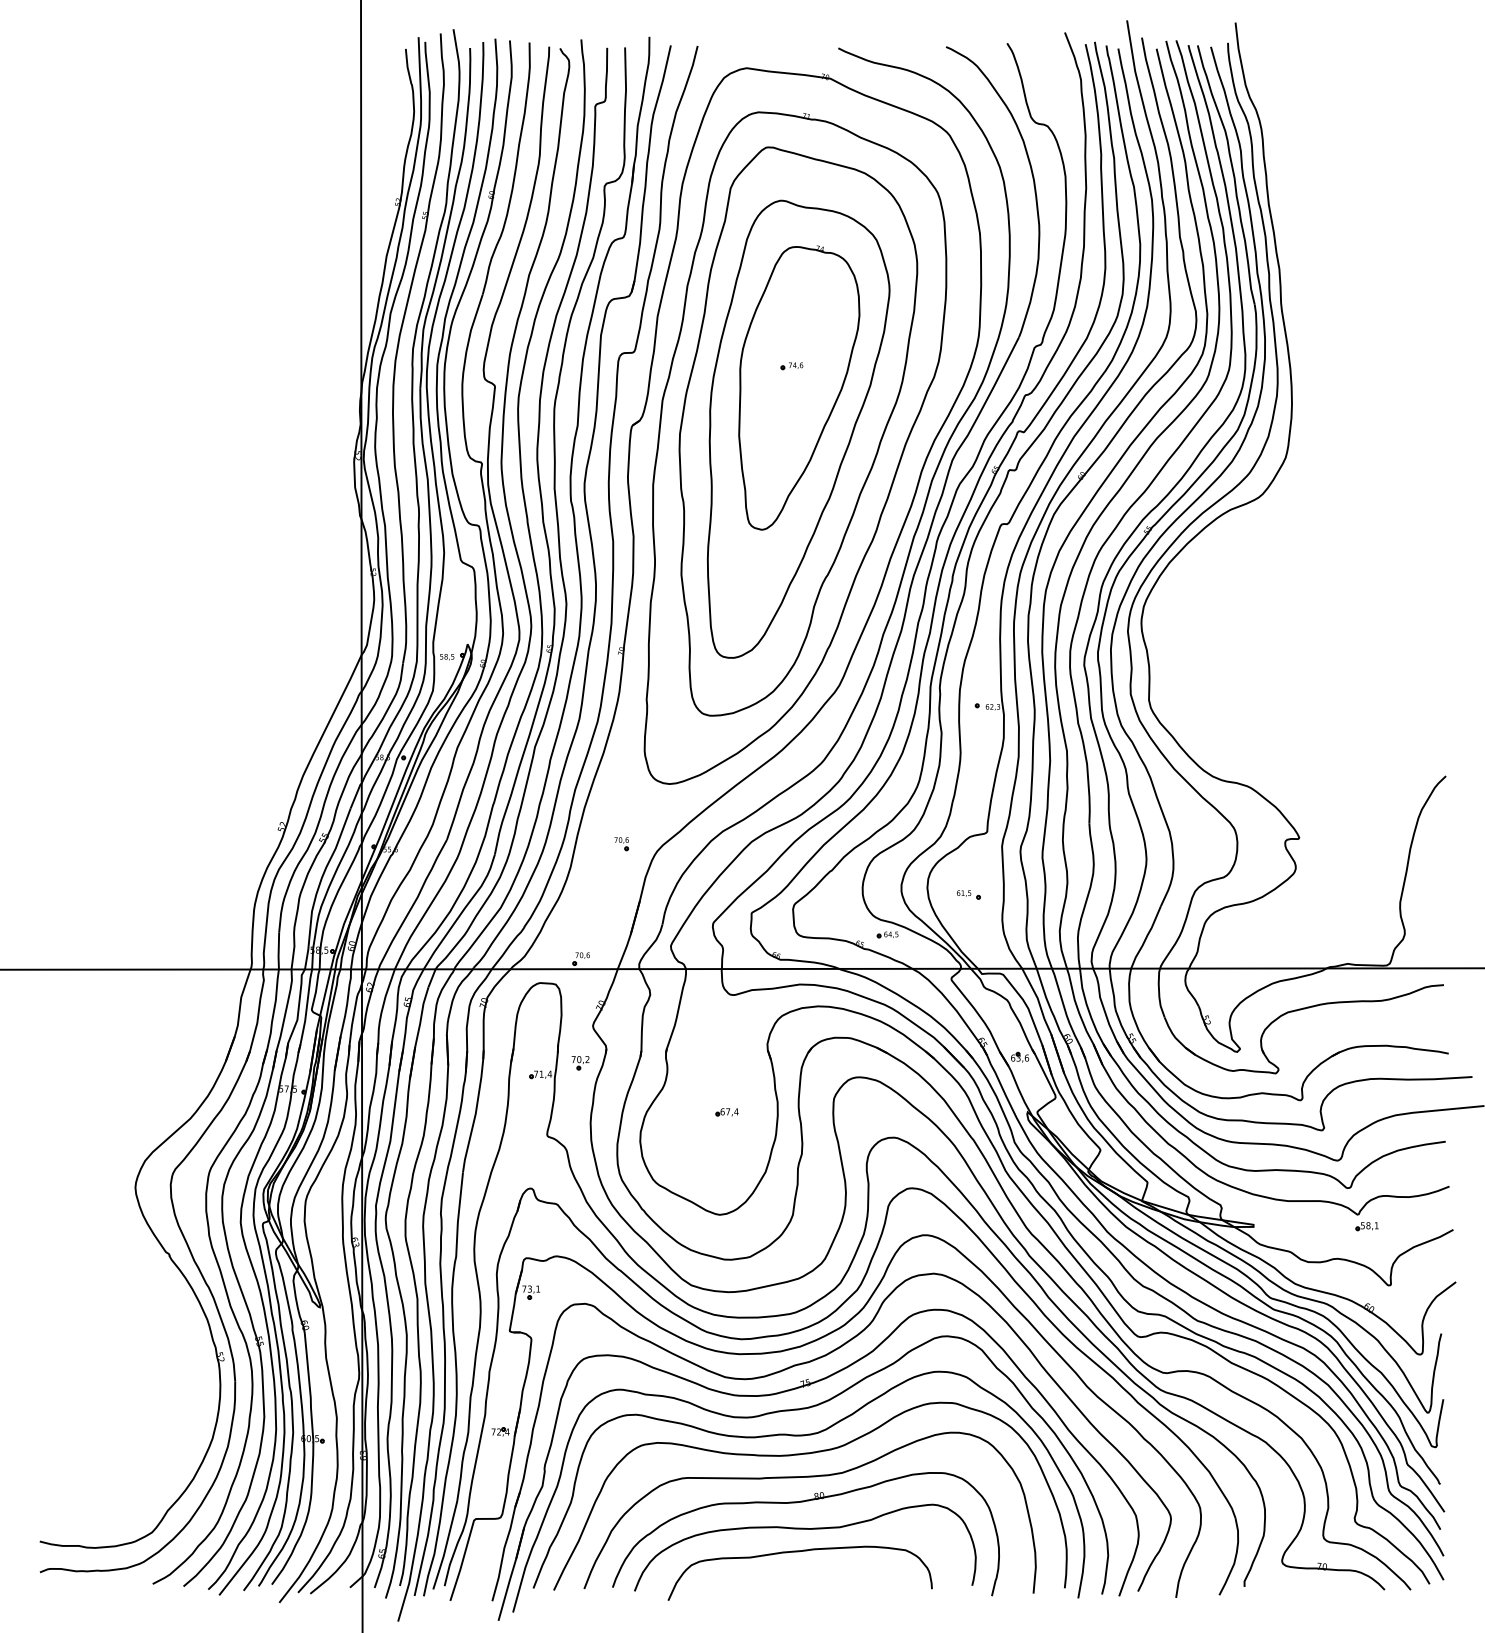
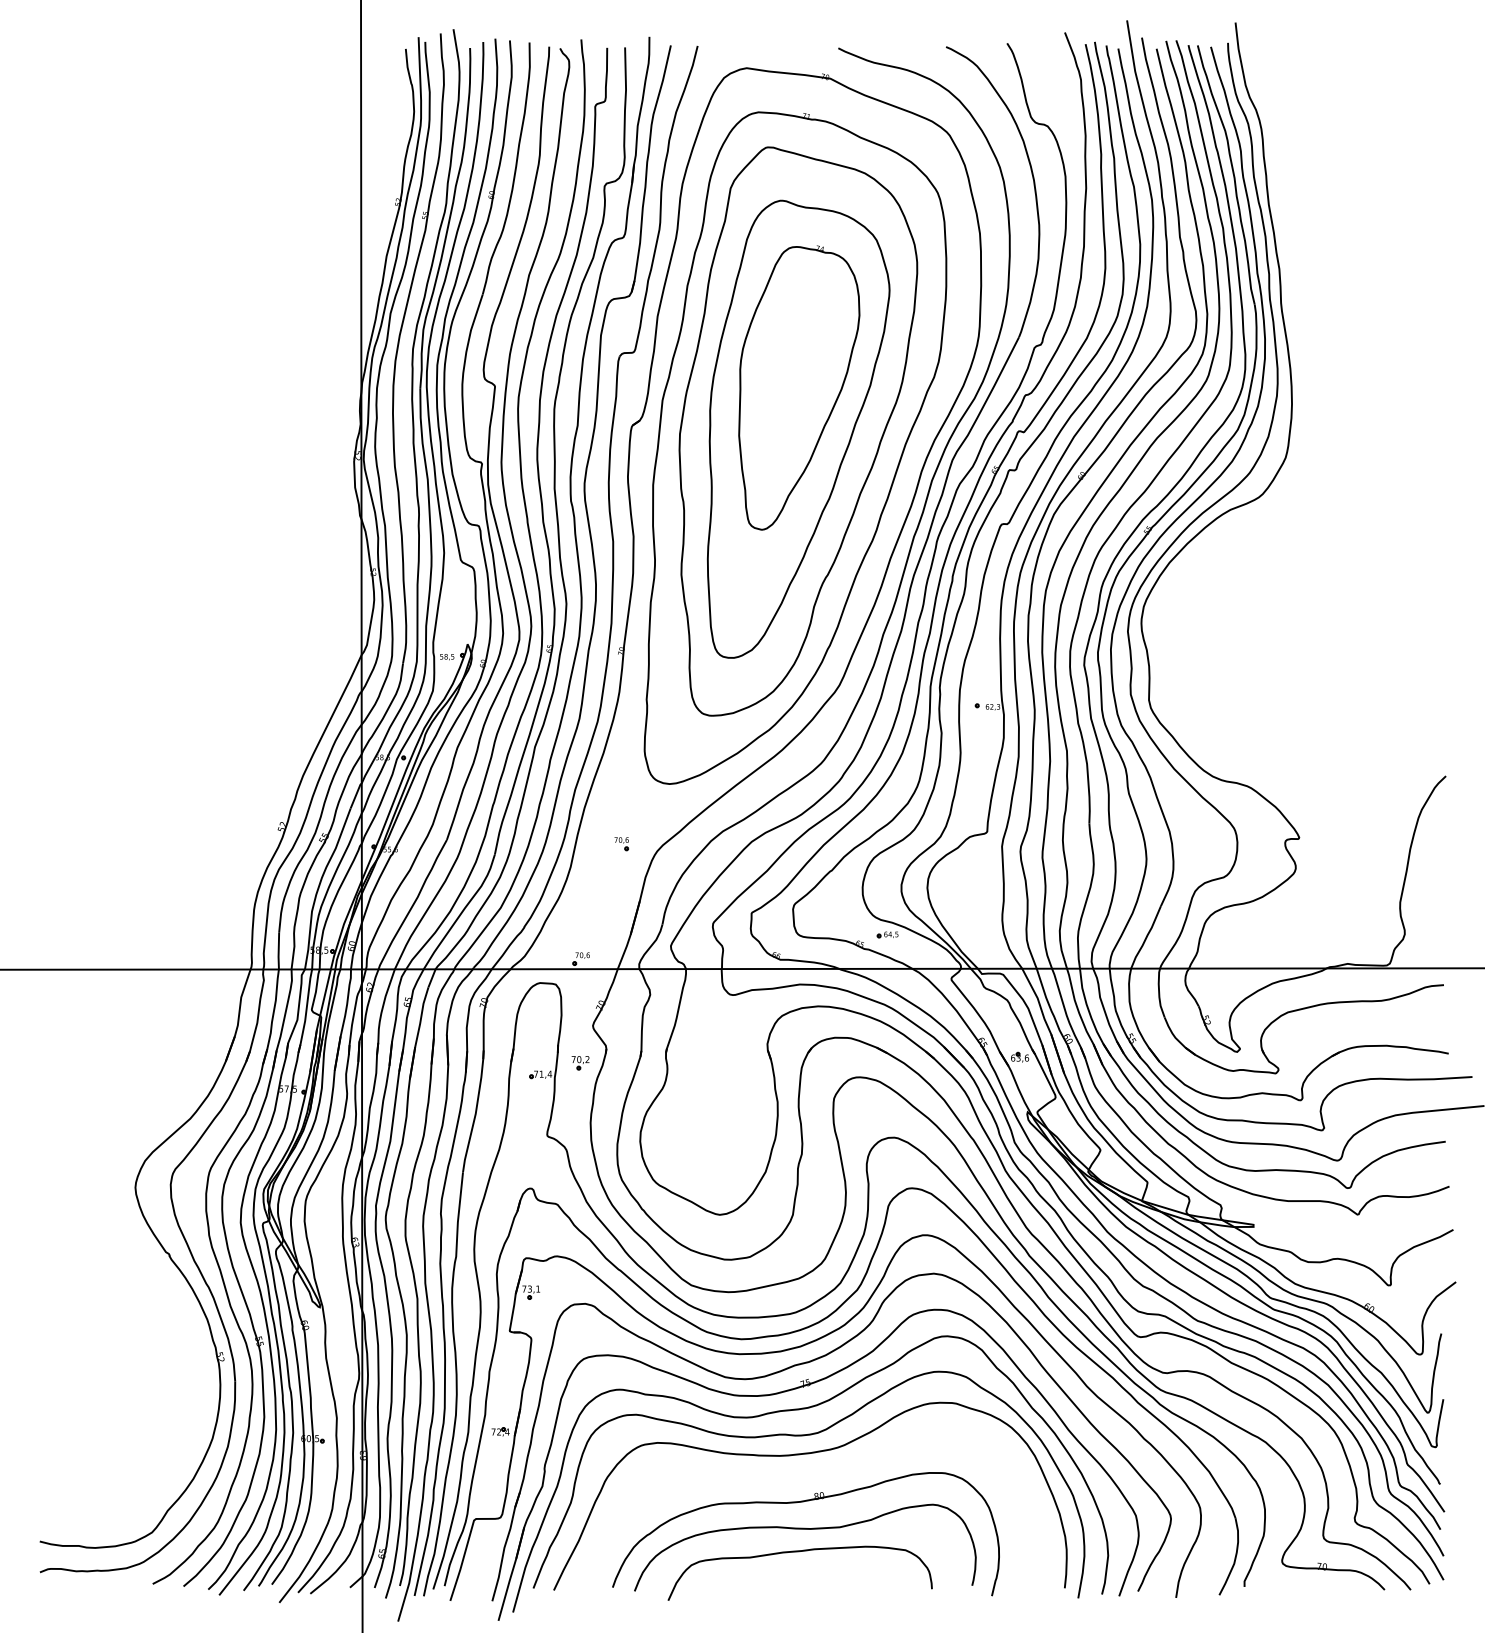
part at (791, 366): present -> none
part at (968, 894): present -> none
part at (726, 1112): present -> none
part at (1366, 1226): present -> none
curve at (809, 1477): present -> none
